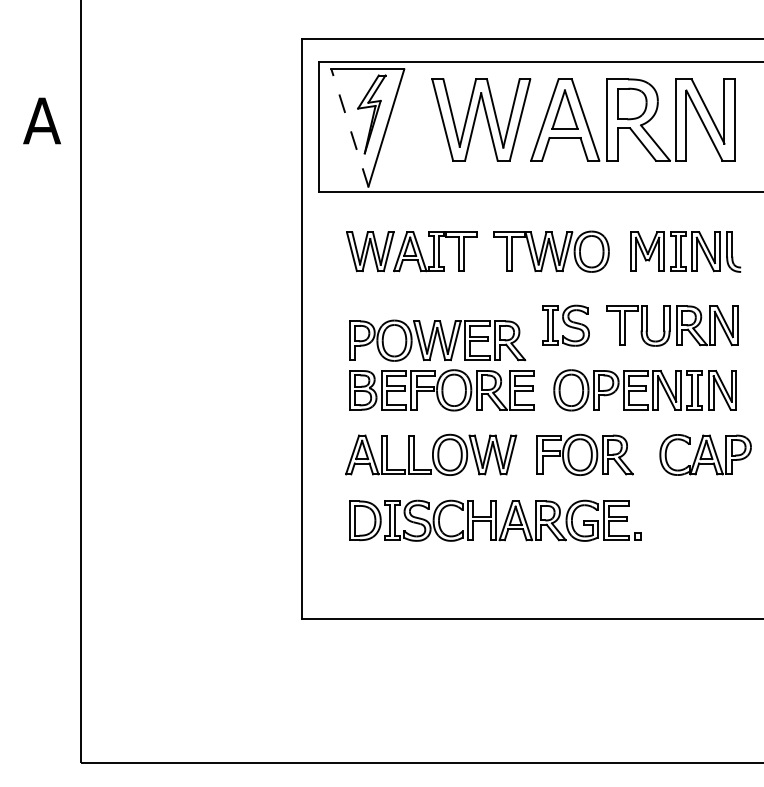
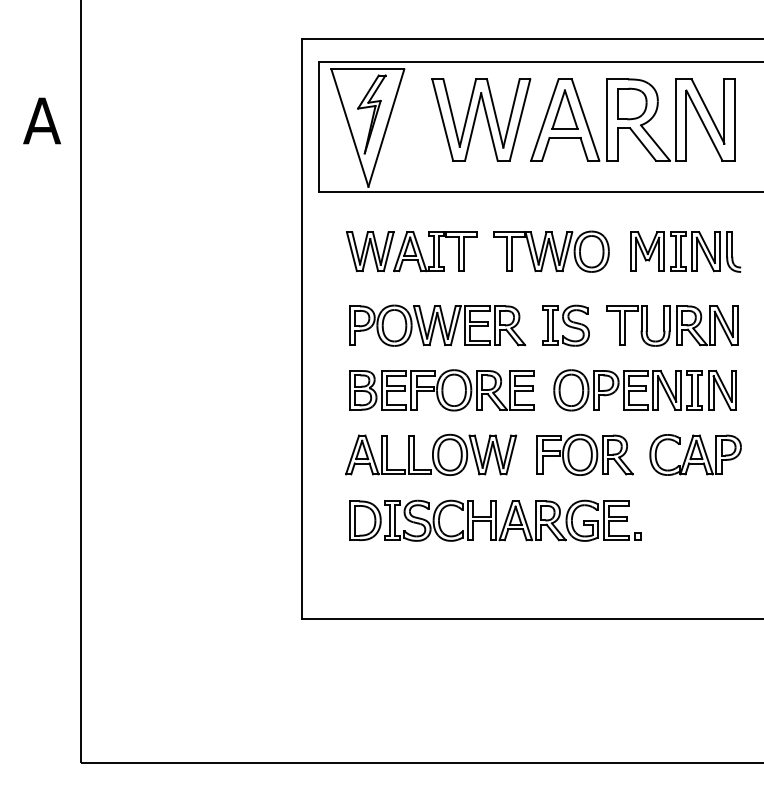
line at (349, 128): dashed -> solid
part at (437, 340) position: (437, 340) -> (437, 325)
part at (705, 454) position: (705, 454) -> (695, 454)
